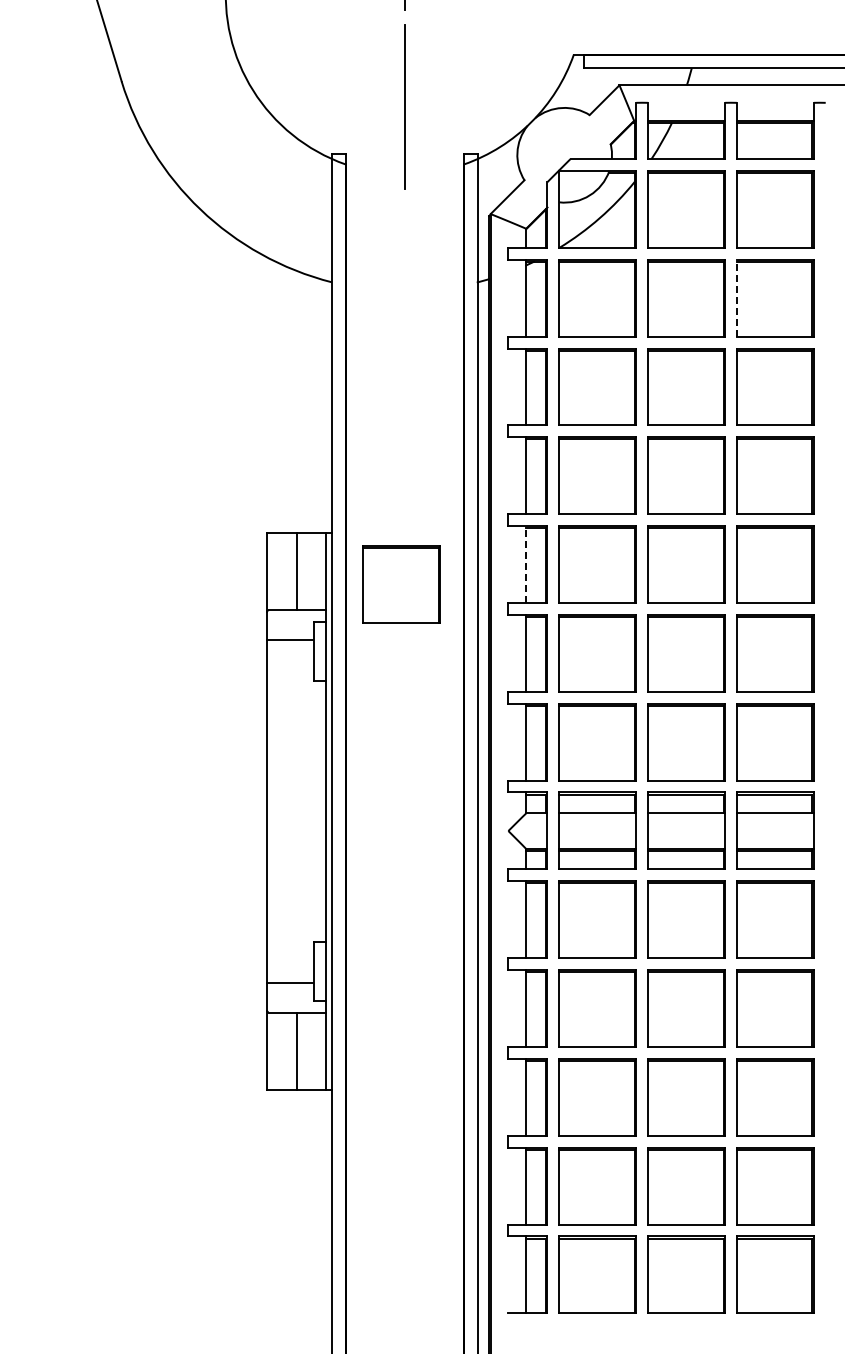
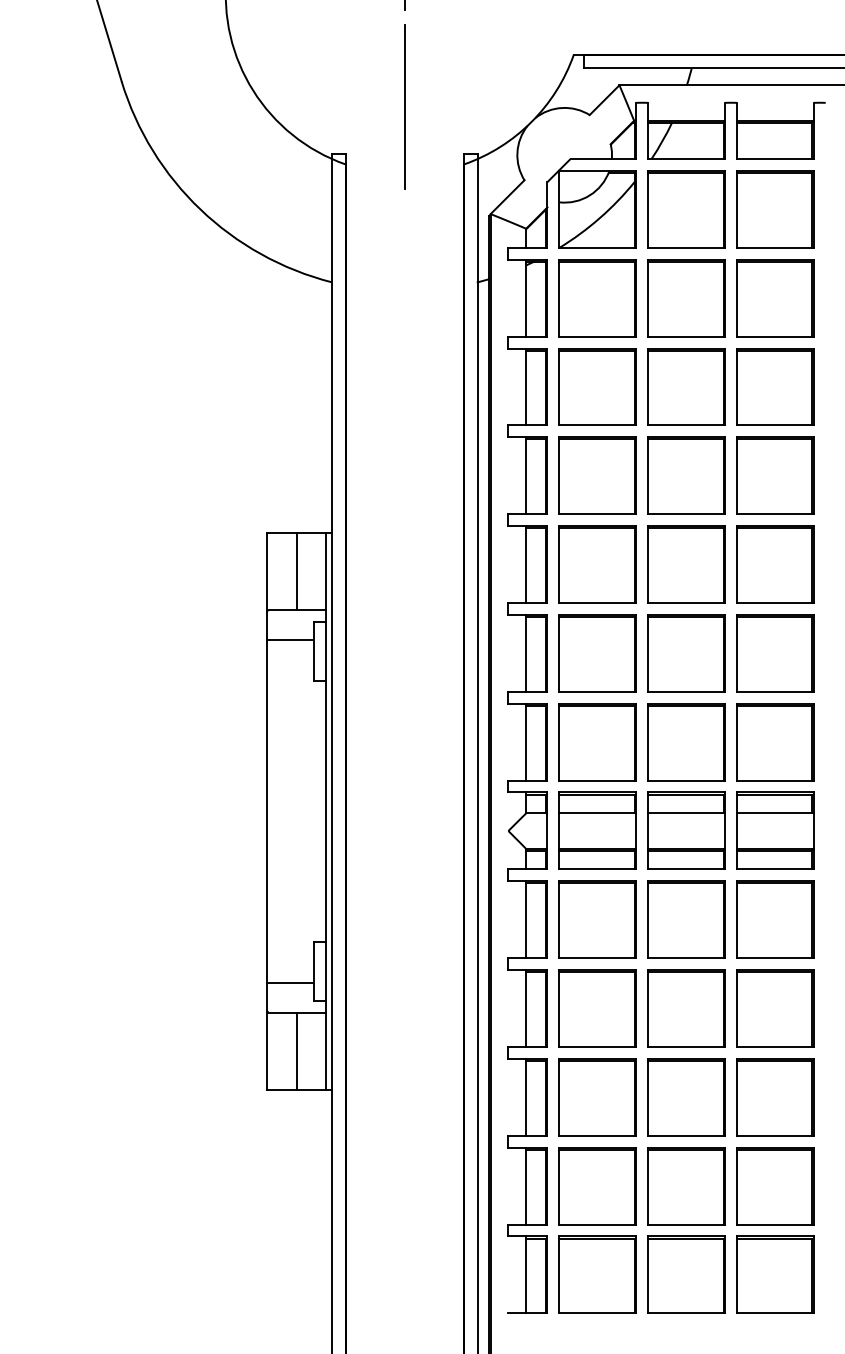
line at (736, 297): dashed -> solid
line at (526, 564): dashed -> solid
part at (401, 584): present -> none
